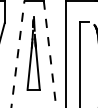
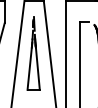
line at (17, 54): dashed -> solid
line at (50, 54): dashed -> solid
